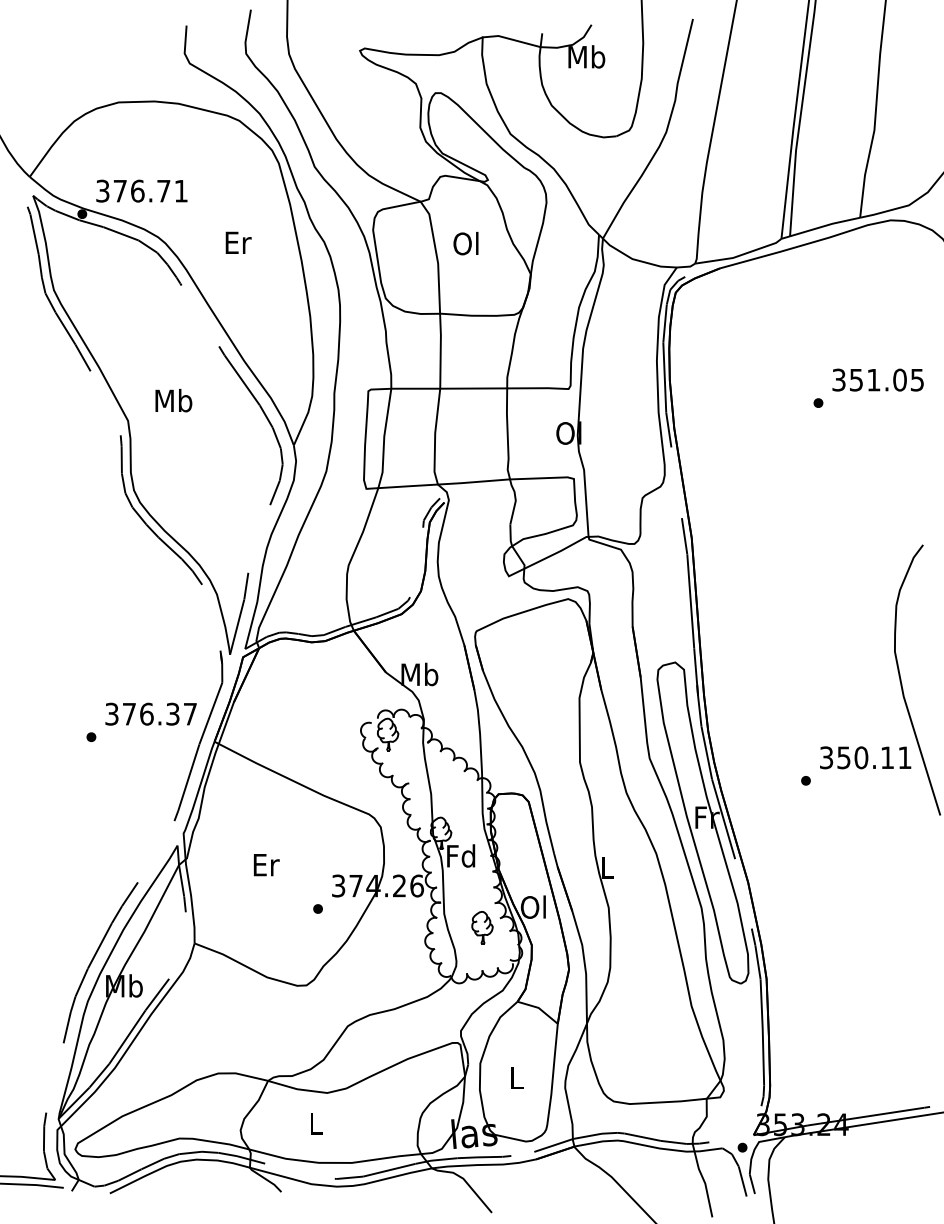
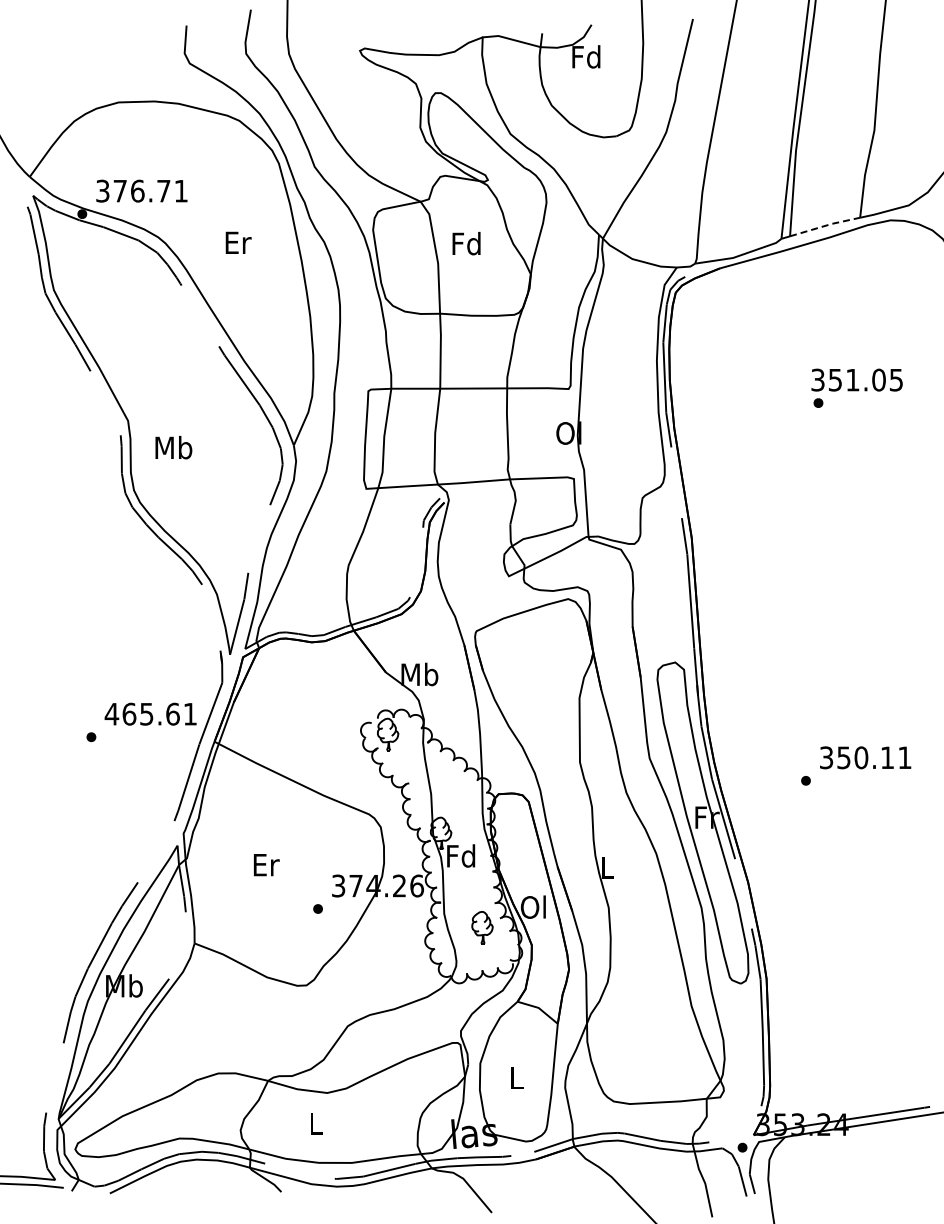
text at (586, 56): Mb -> Fd
line at (825, 225): solid -> dashed
text at (466, 243): Ol -> Fd
text at (877, 379) position: (877, 379) -> (856, 379)
text at (173, 400) position: (173, 400) -> (173, 447)
curve at (902, 683): present -> none
text at (150, 713): 376.37 -> 465.61
